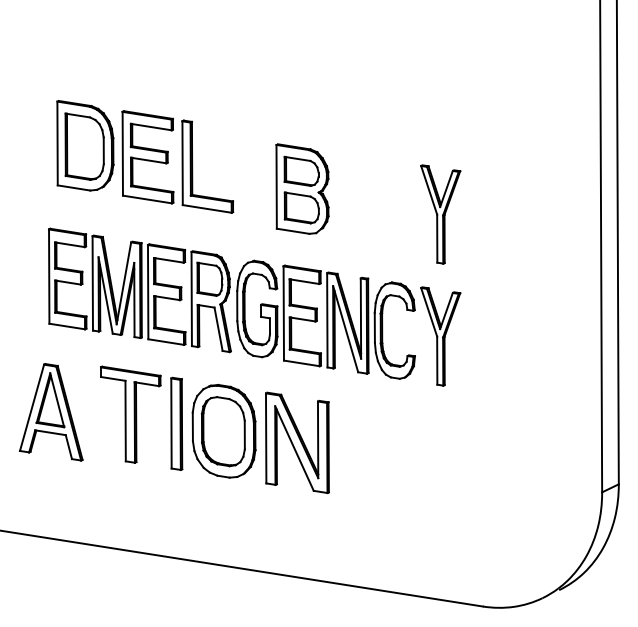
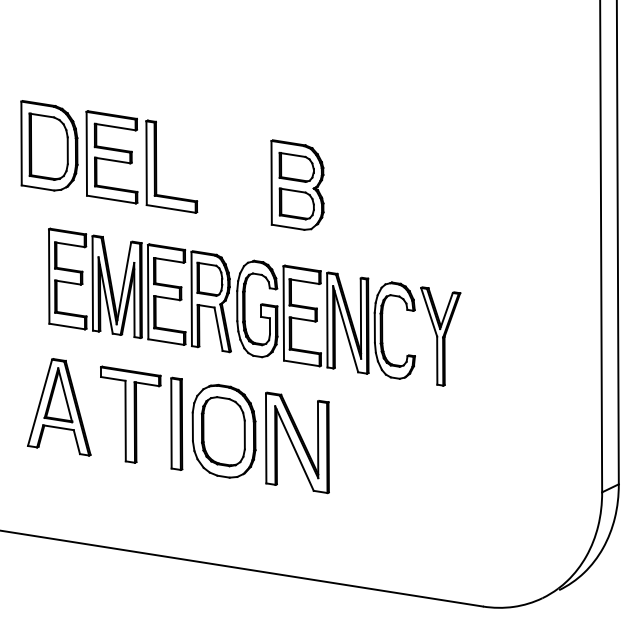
part at (145, 156) position: (145, 156) -> (109, 156)
part at (302, 188) position: (302, 188) -> (297, 184)
part at (440, 214): present -> none
part at (51, 412) position: (51, 412) -> (59, 407)
